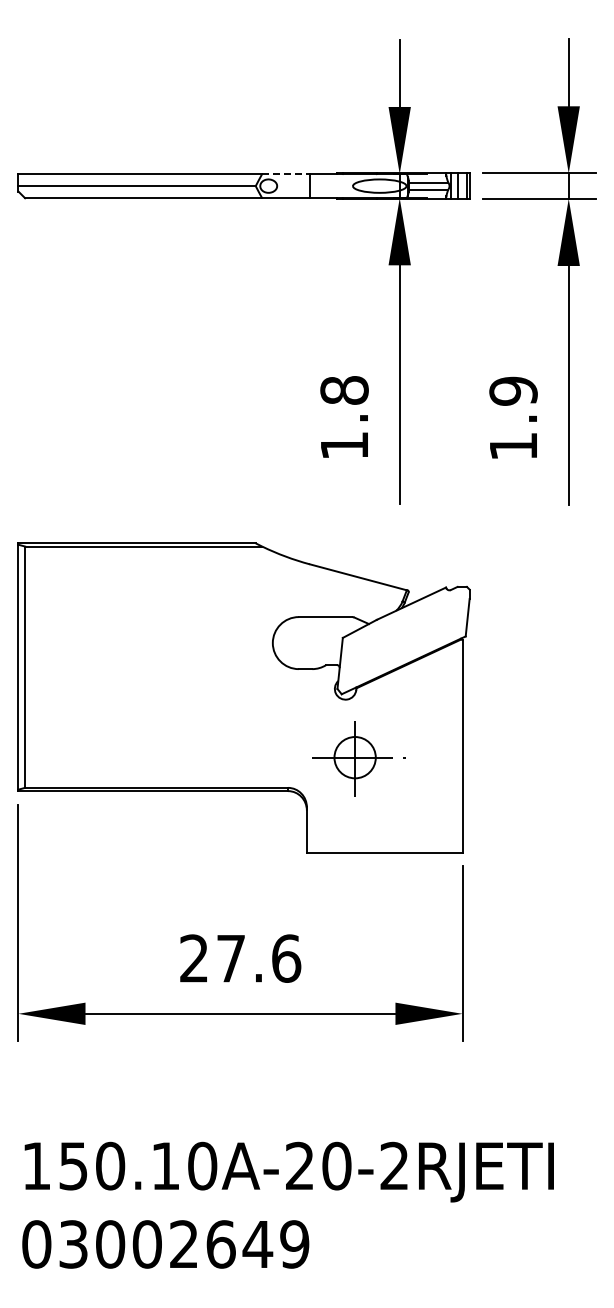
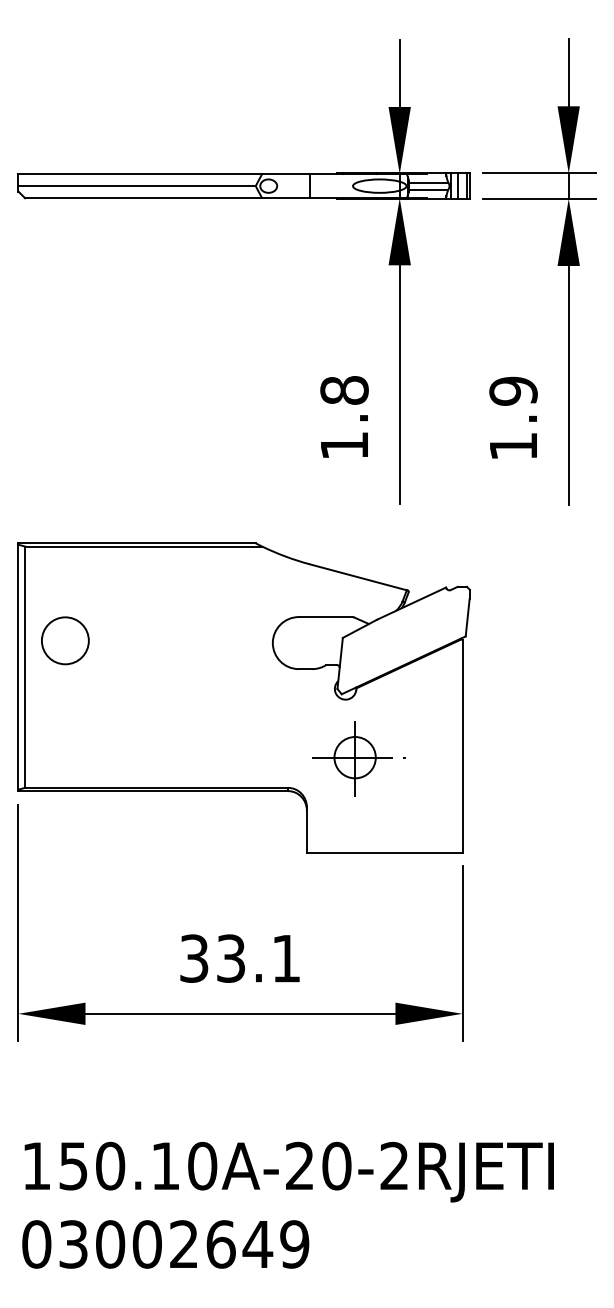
line at (286, 174): dashed -> solid
circle at (65, 640): none -> present
text at (240, 958): 27.6 -> 33.1
